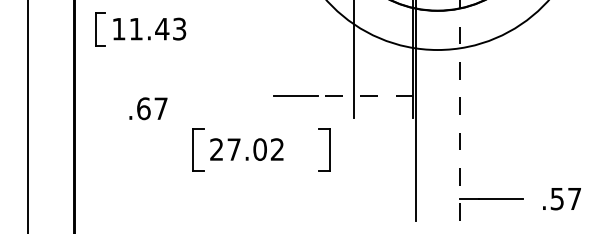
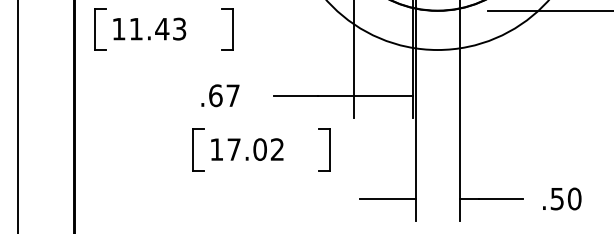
line at (549, 10): none -> present
part at (100, 29) size: 11x35 px -> 13x43 px
part at (227, 29): none -> present
line at (365, 96): dashed -> solid
text at (148, 108) position: (148, 108) -> (220, 95)
line at (459, 111): dashed -> solid
line at (28, 116) position: (28, 116) -> (18, 116)
text at (216, 149): 27.02 -> 17.02
text at (574, 198): .57 -> .50
line at (387, 199): none -> present
